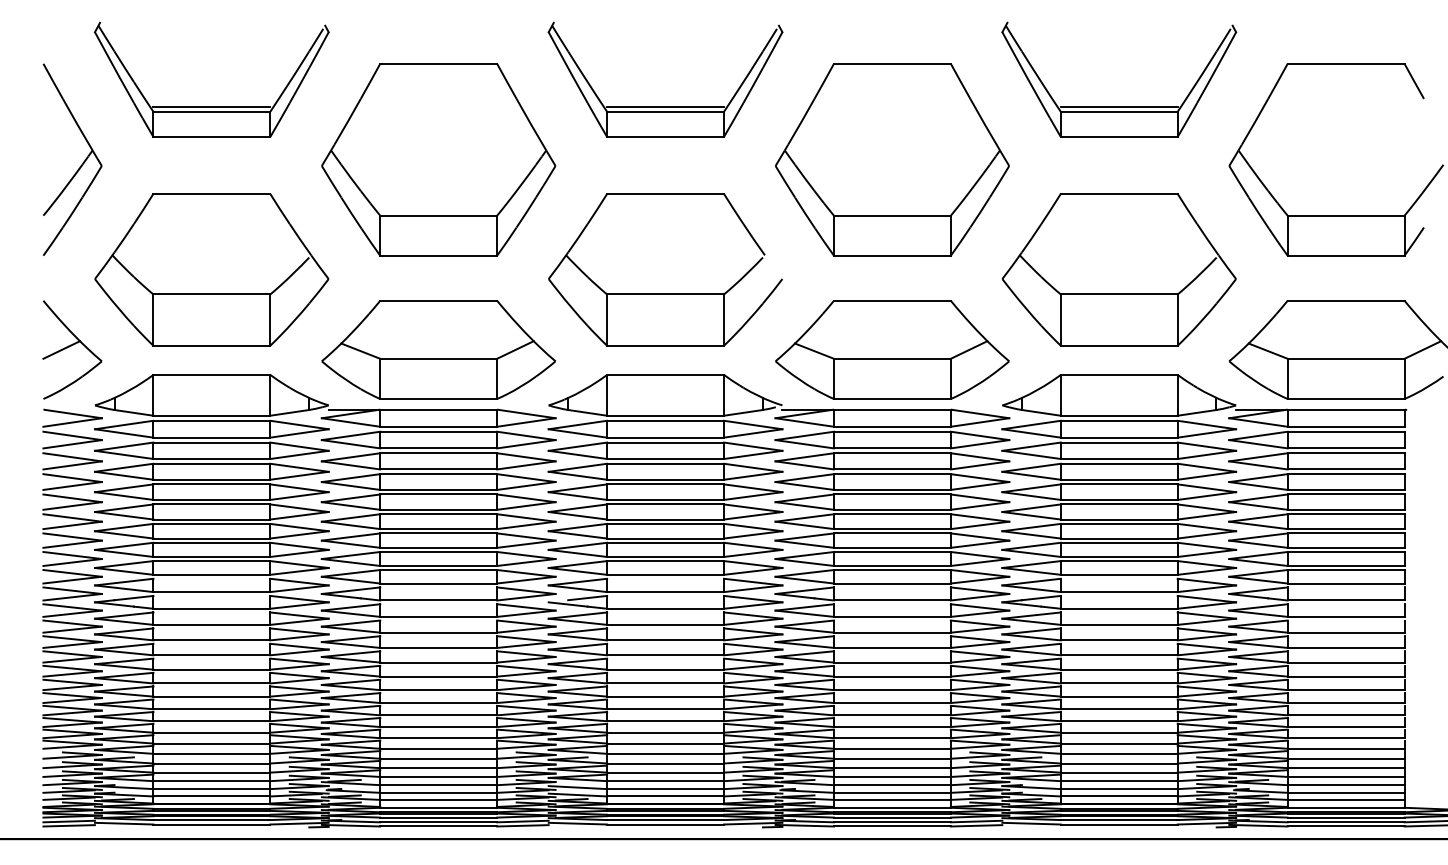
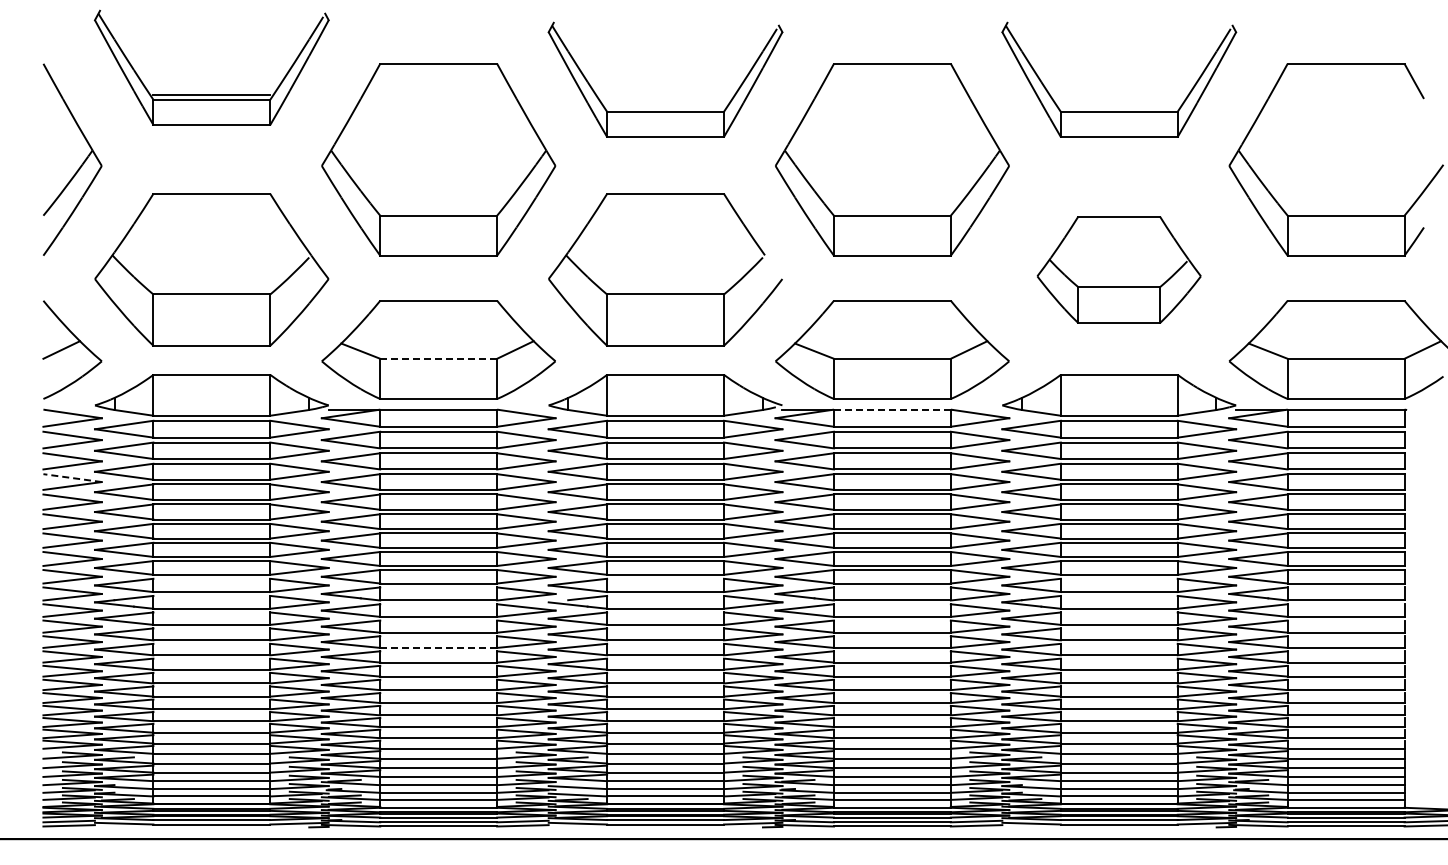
part at (211, 106) position: (211, 106) -> (211, 94)
line at (665, 106): present -> none
line at (1118, 106): present -> none
part at (1118, 269) size: 236x154 px -> 166x108 px
line at (439, 358): solid -> dashed
line at (891, 409): solid -> dashed
line at (72, 478): solid -> dashed
line at (439, 647): solid -> dashed
